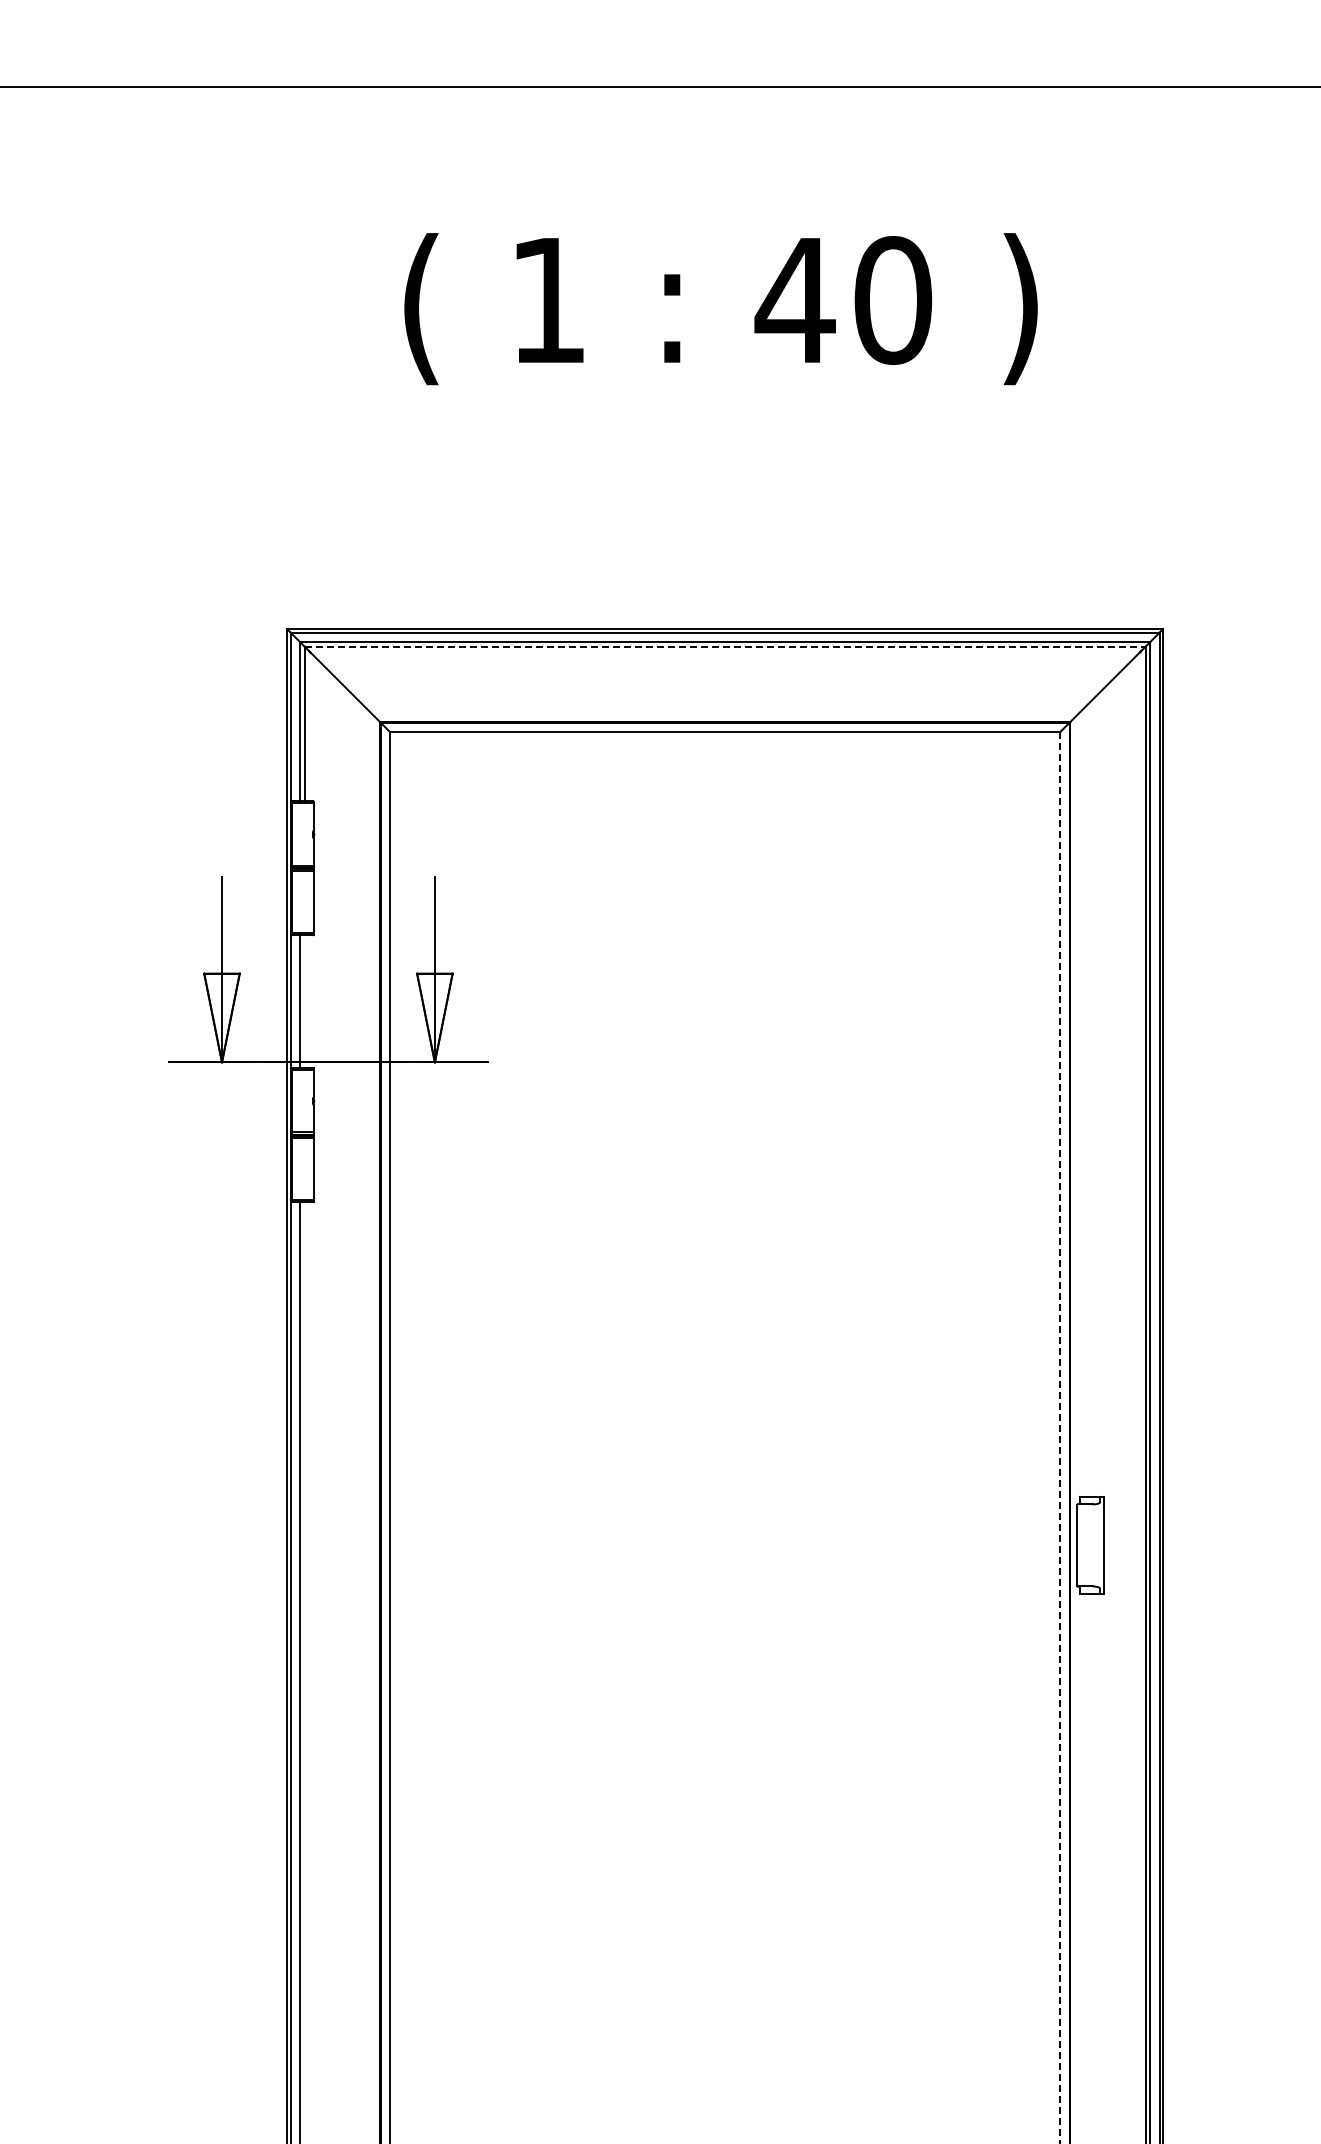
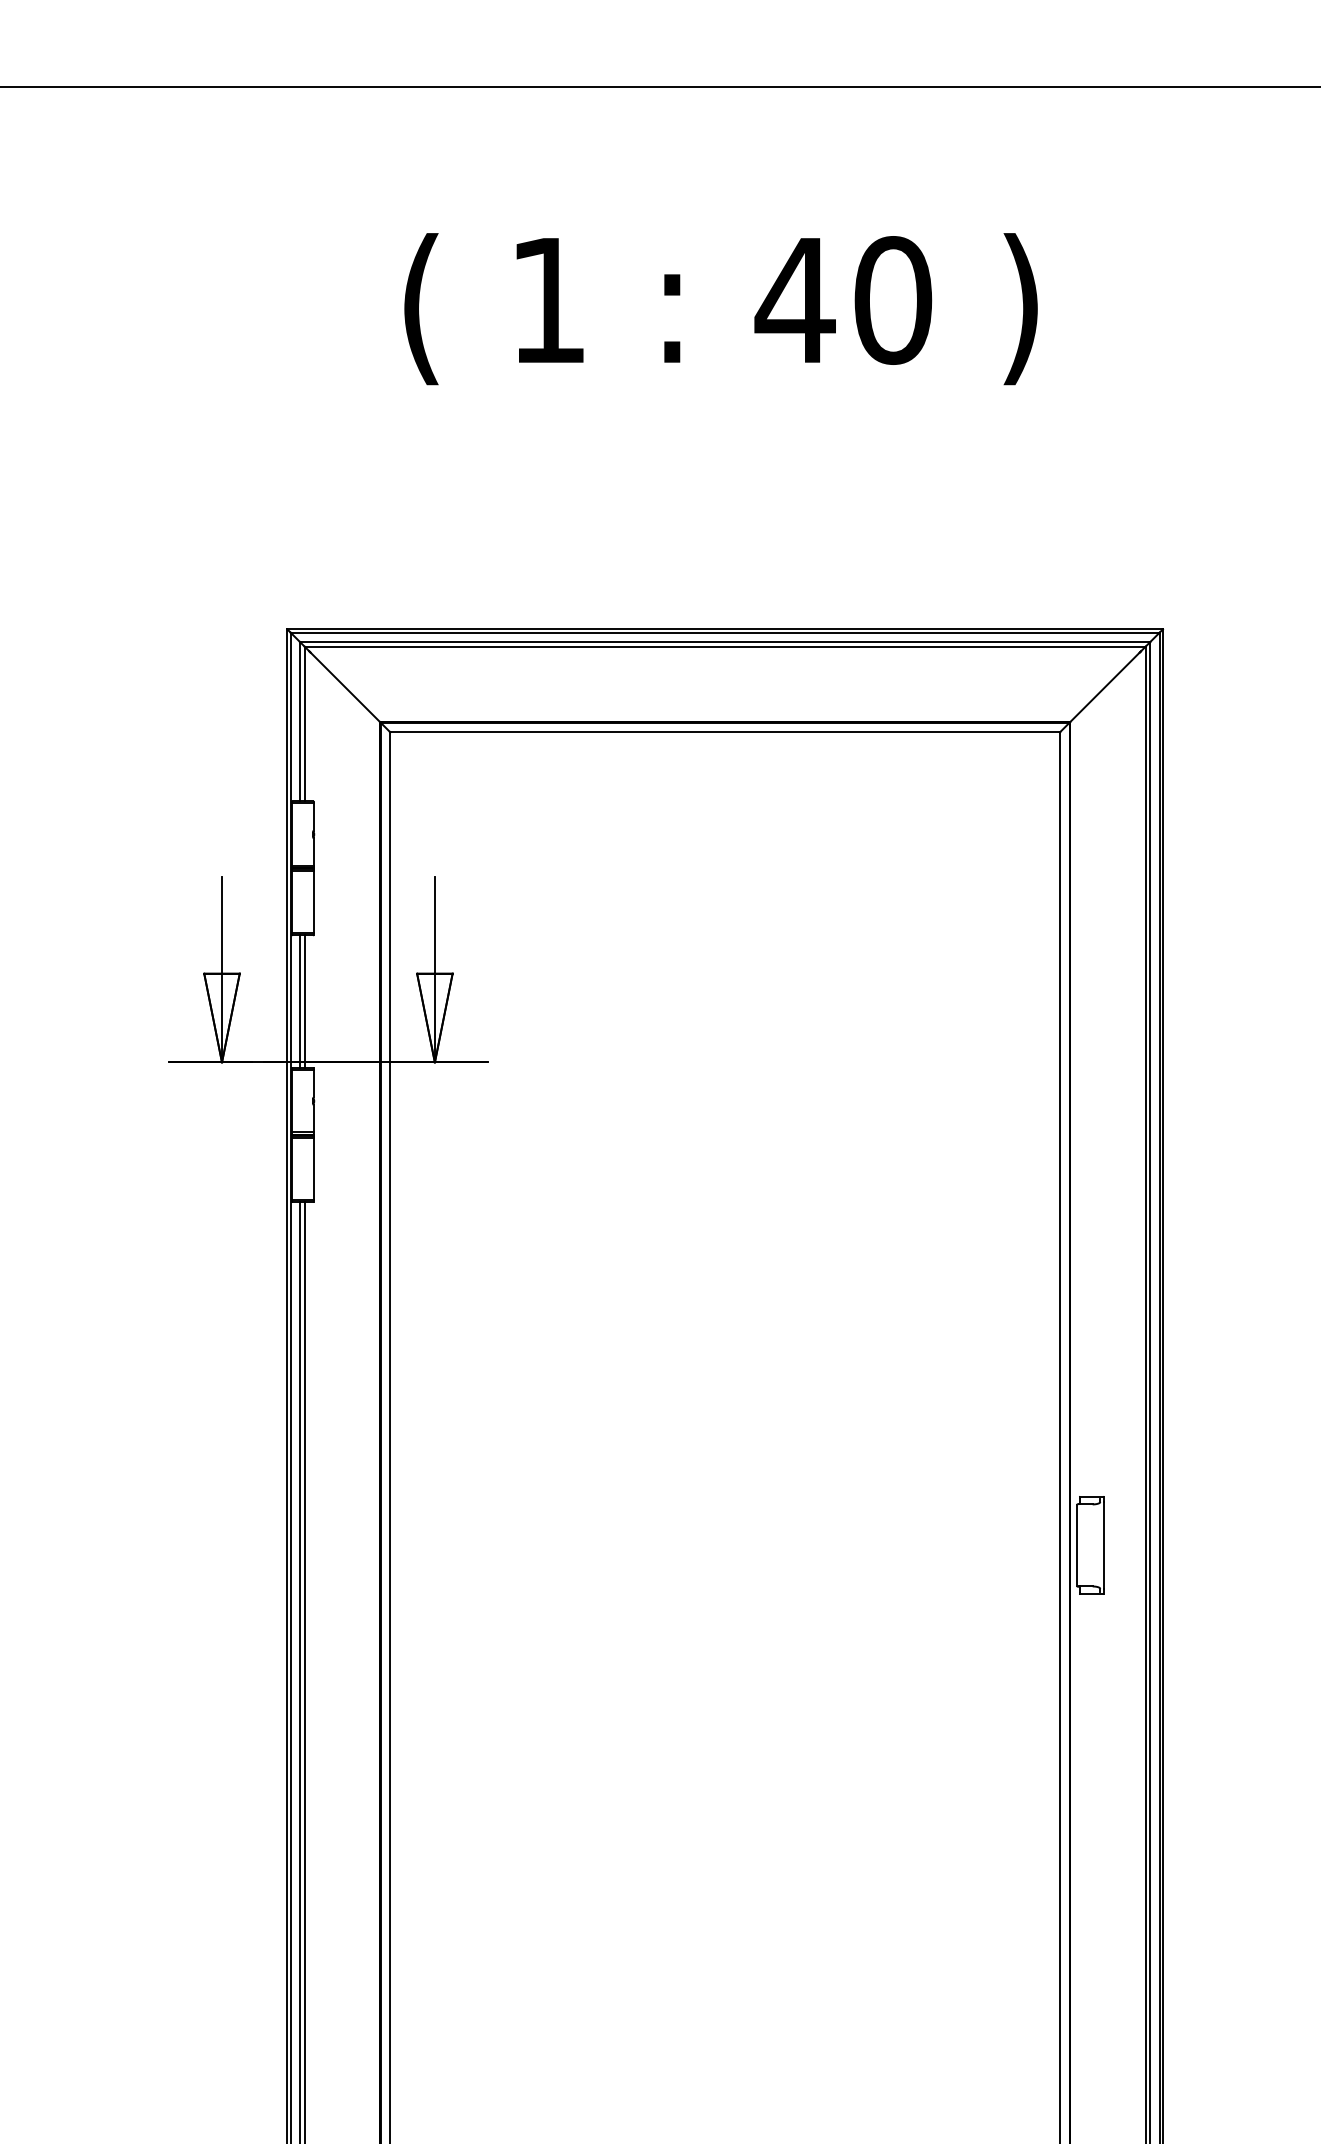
line at (725, 646): dashed -> solid
line at (304, 1001): none -> present
line at (1059, 1438): dashed -> solid
line at (304, 1671): none -> present
